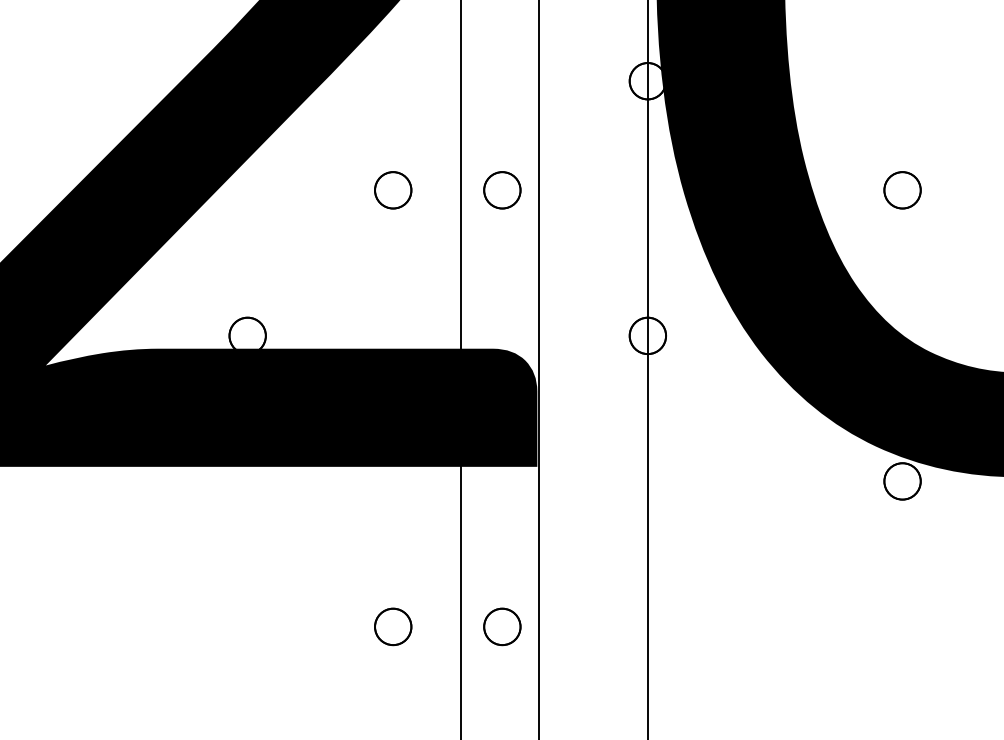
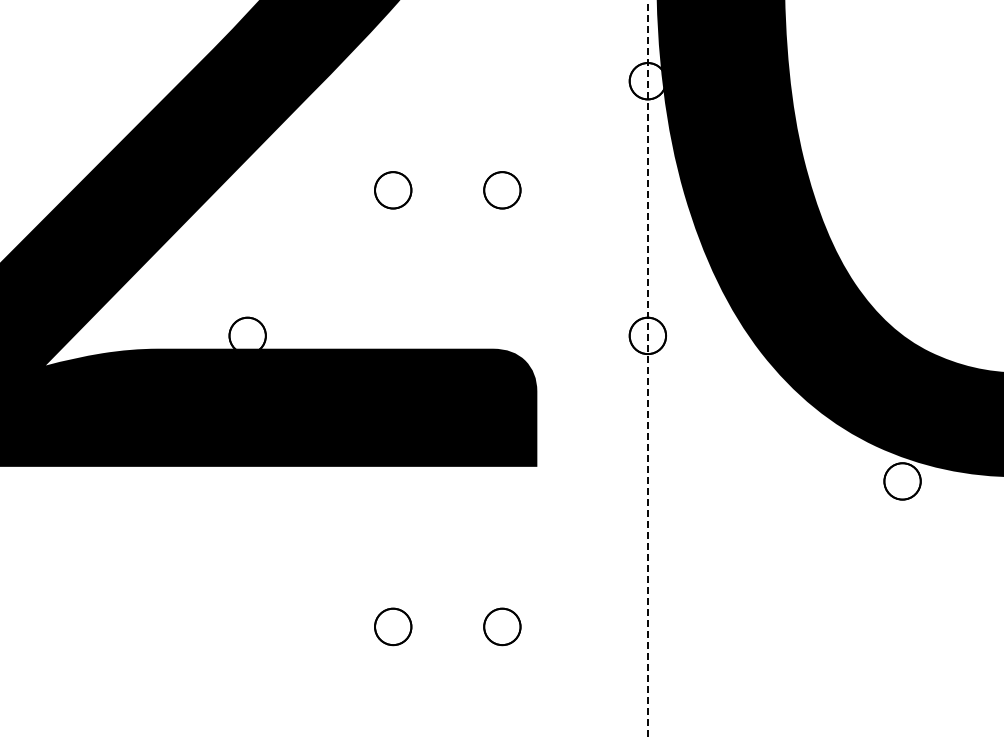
part at (902, 190): present -> none
line at (461, 369): present -> none
line at (538, 369): present -> none
line at (647, 370): solid -> dashed
